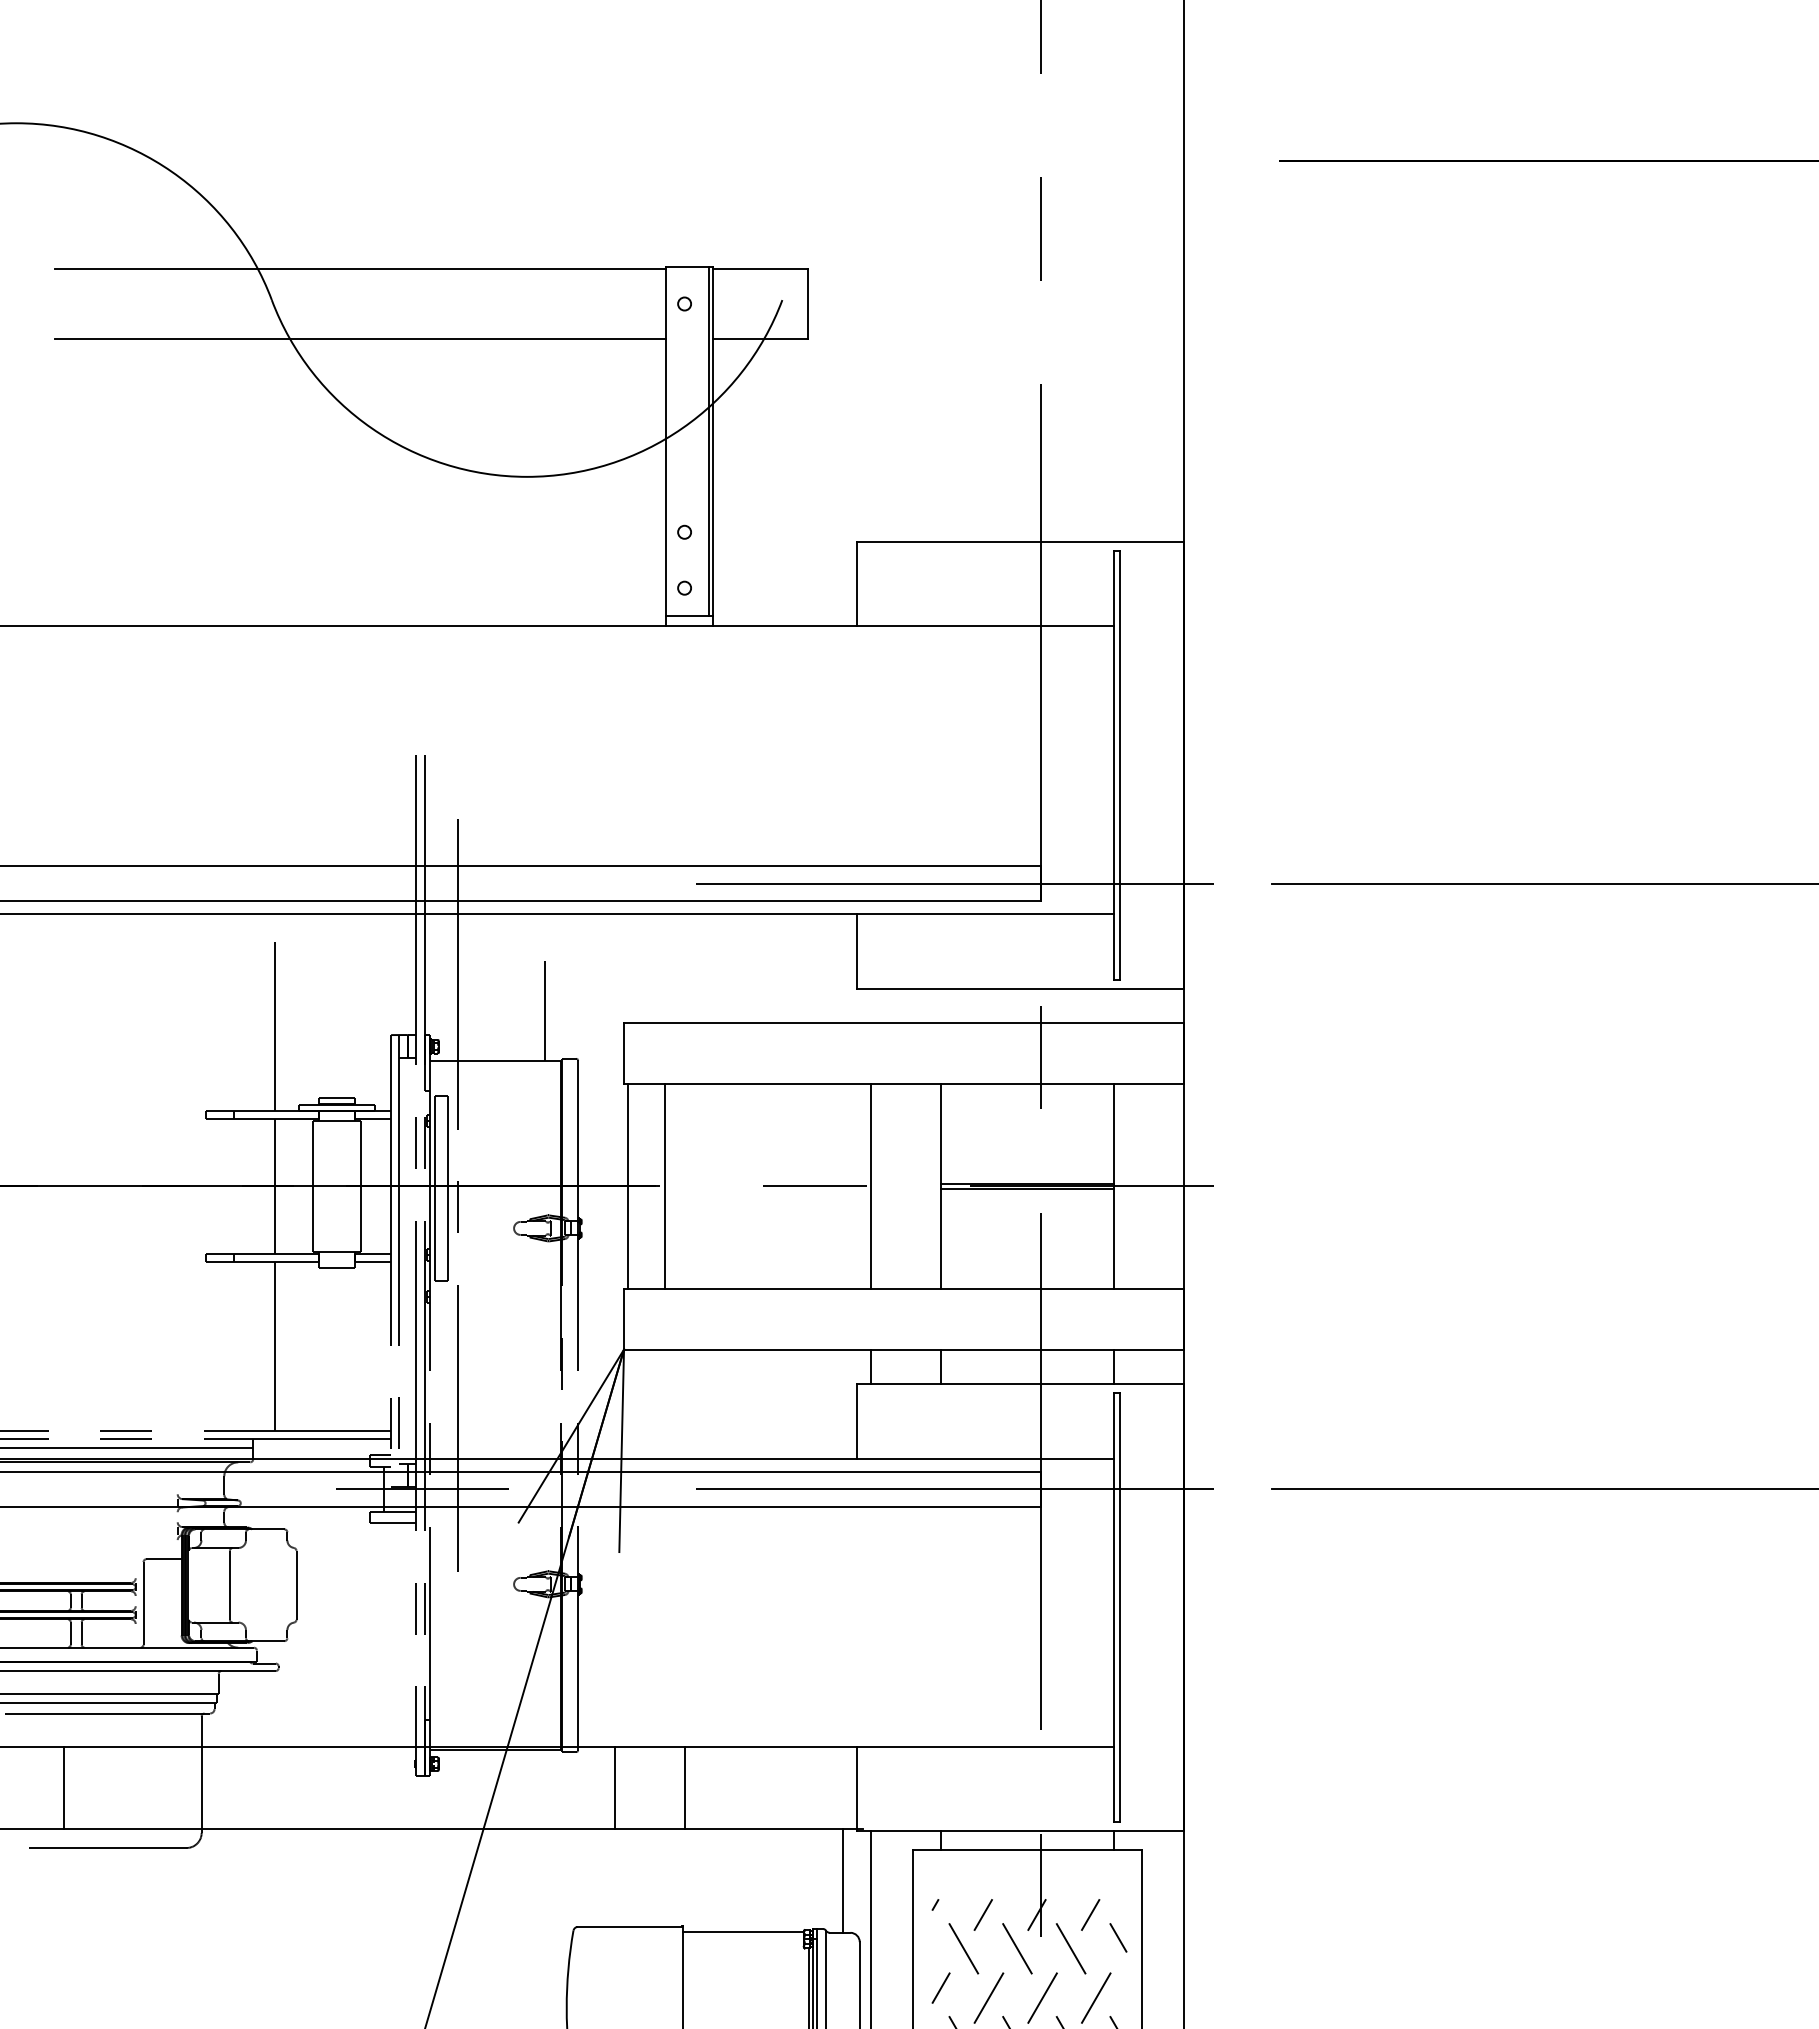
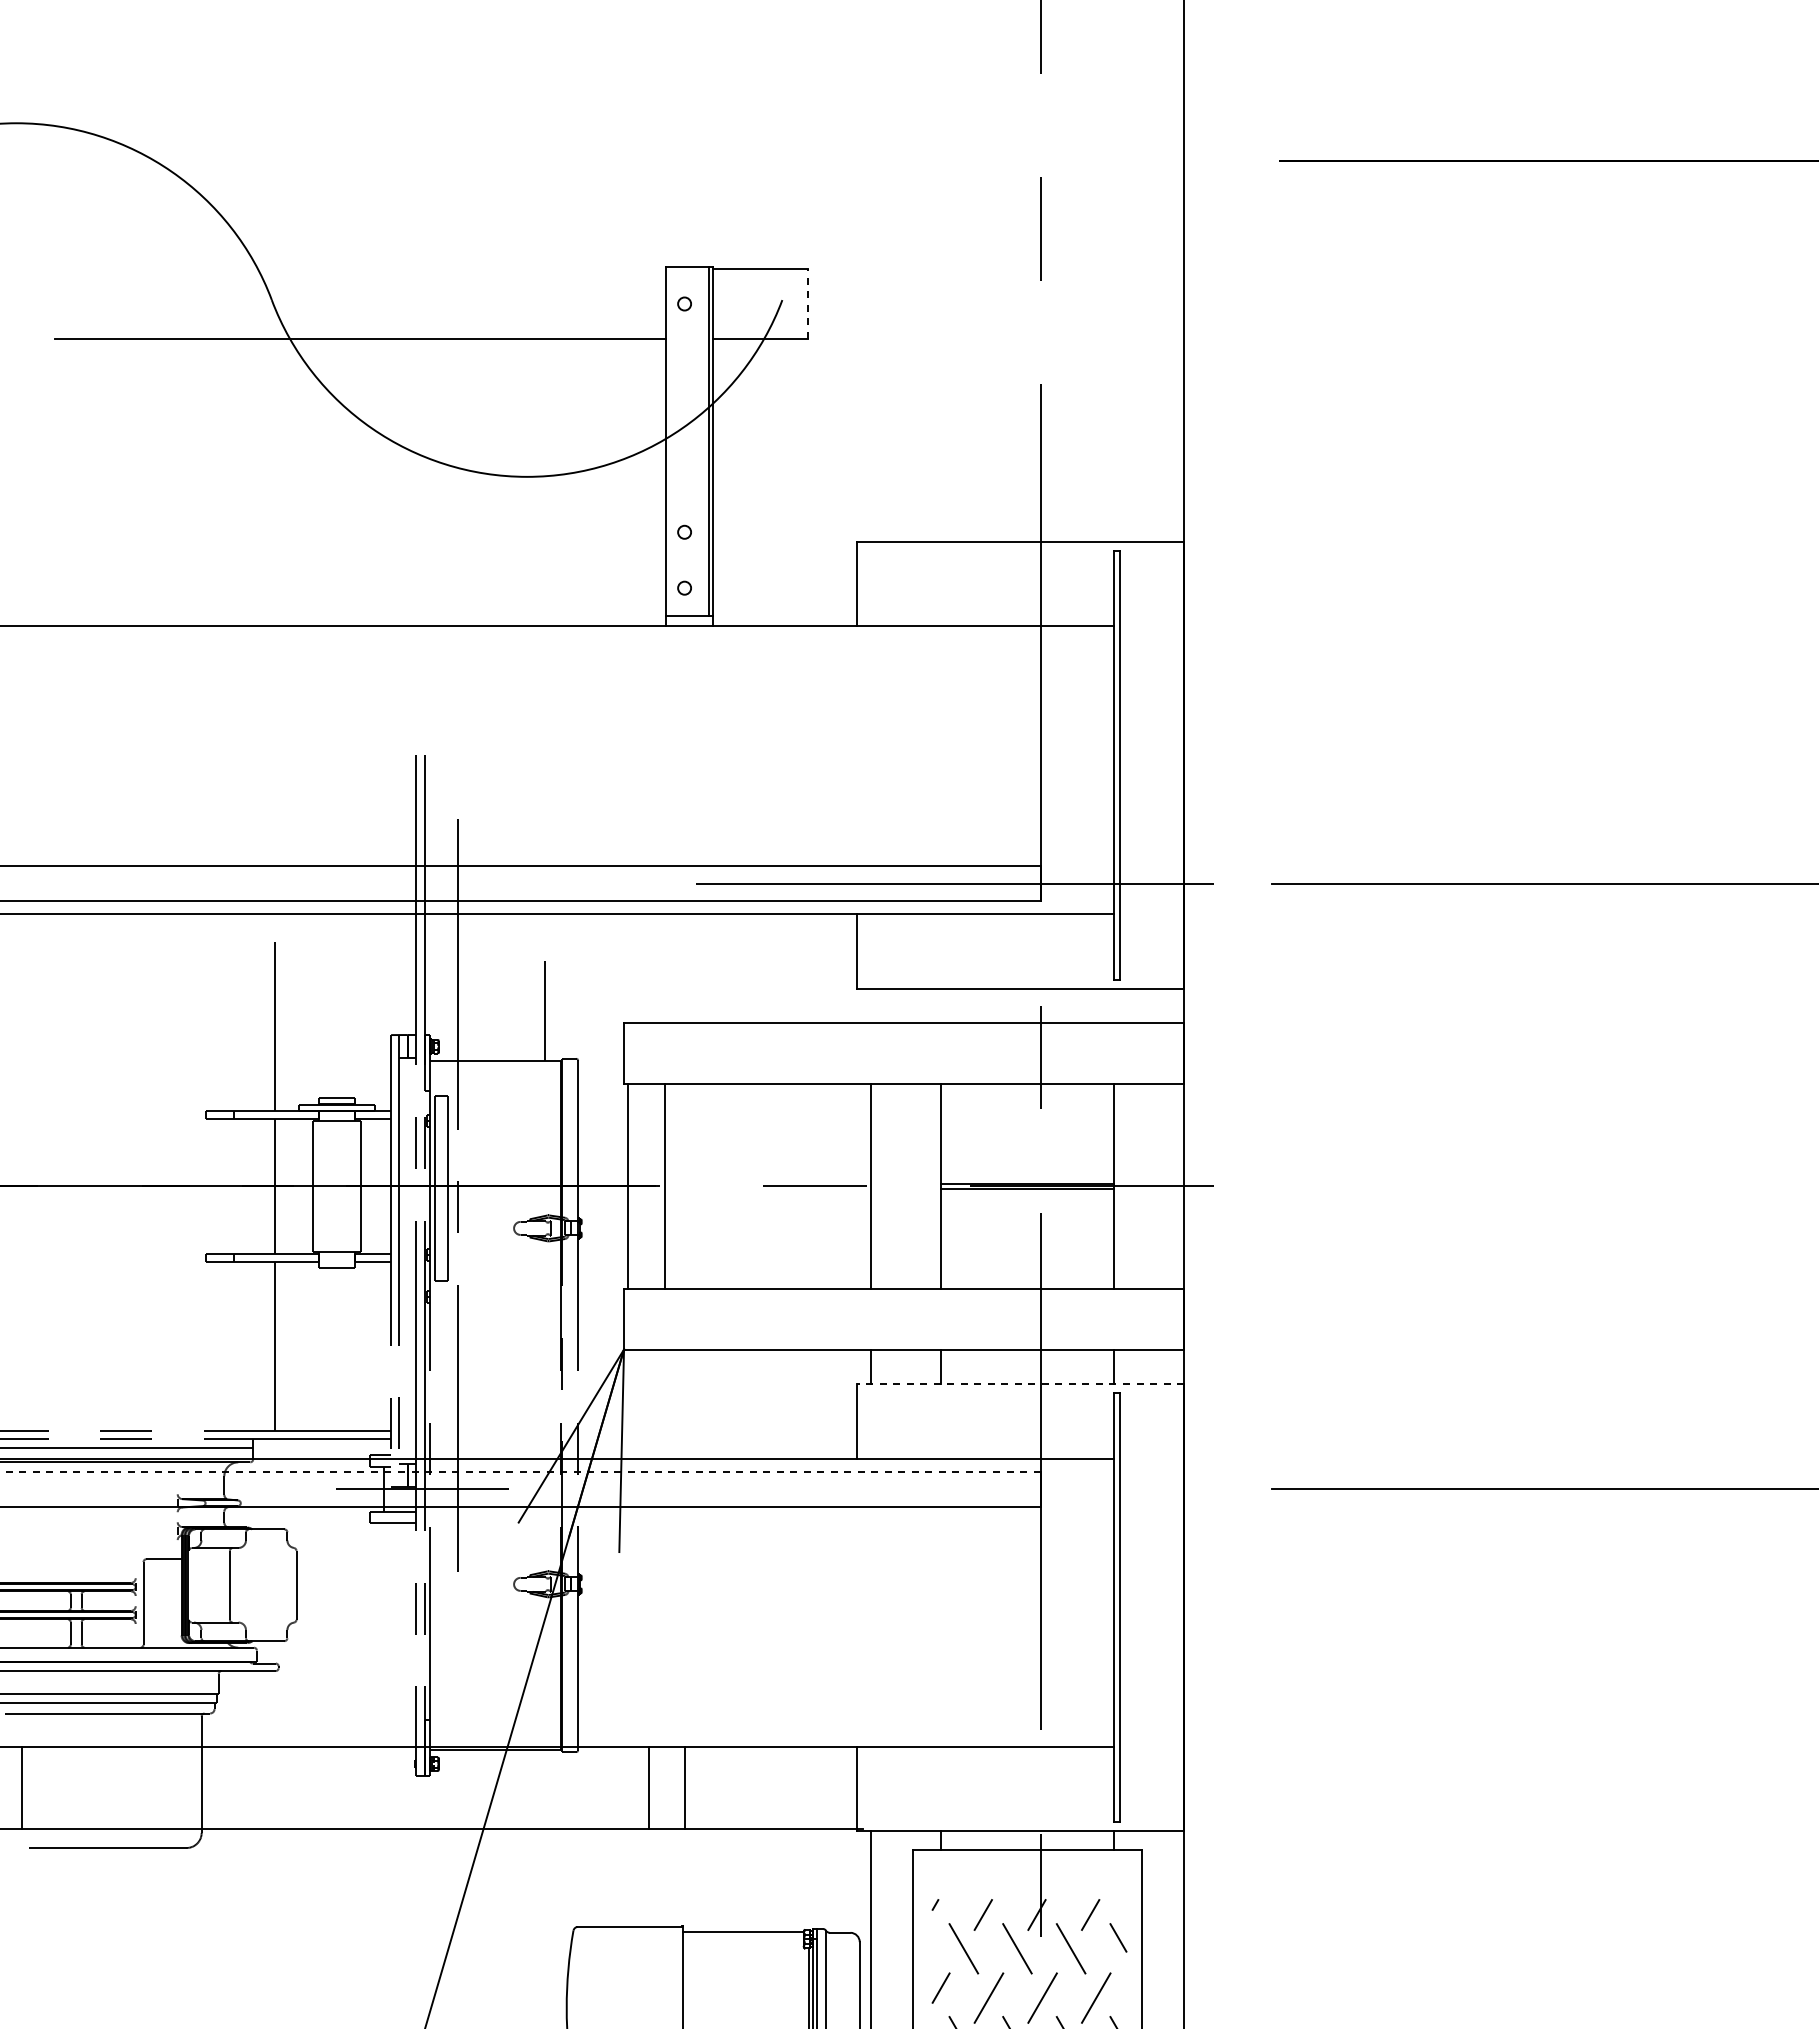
line at (359, 269): present -> none
line at (807, 304): solid -> dashed
line at (1020, 1383): solid -> dashed
line at (520, 1471): solid -> dashed
line at (929, 1489): present -> none
line at (63, 1788) position: (63, 1788) -> (21, 1788)
line at (614, 1788) position: (614, 1788) -> (648, 1788)
line at (843, 1880): present -> none
